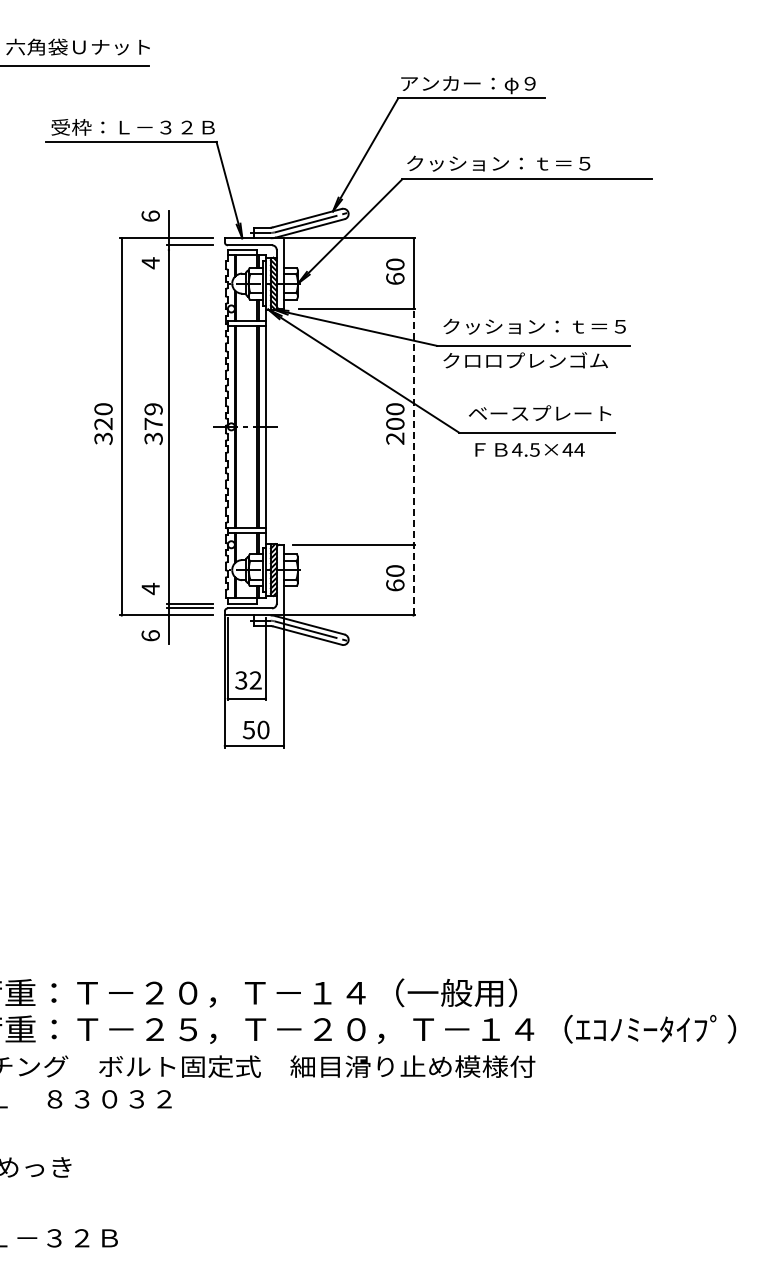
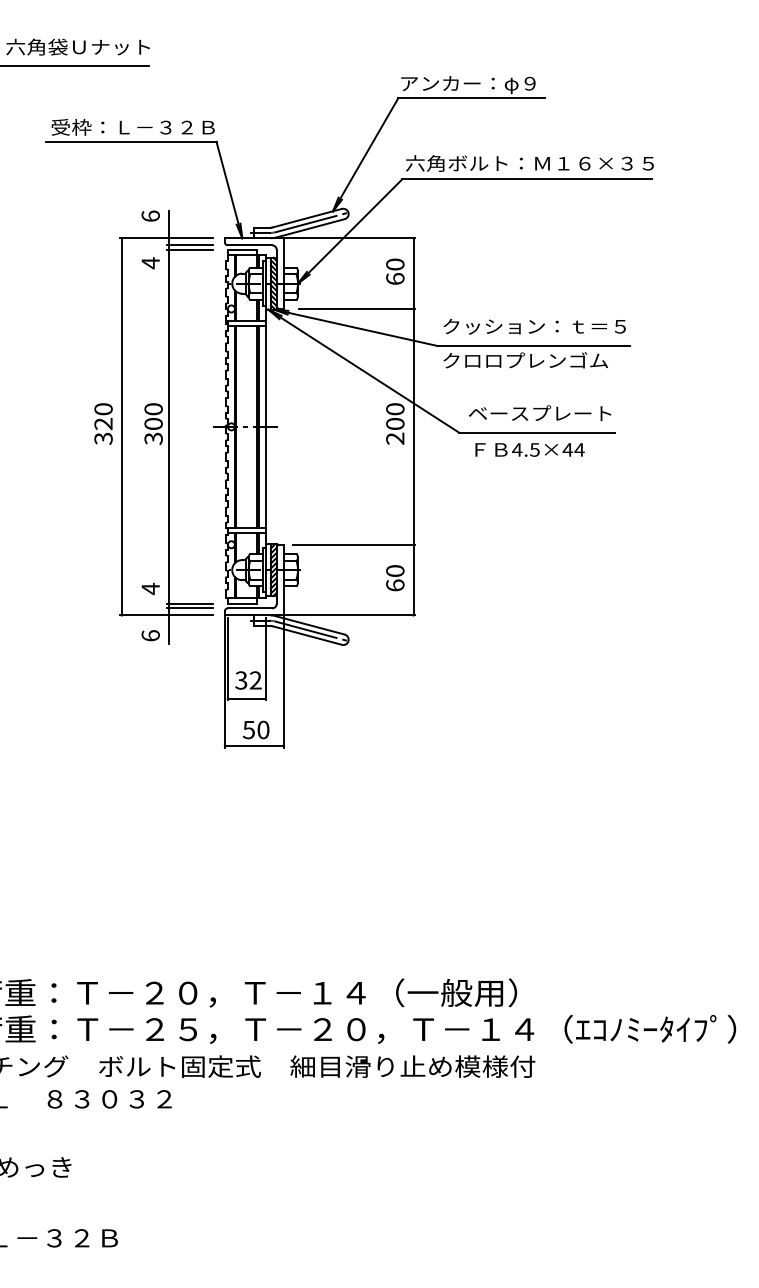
text at (529, 163): クッション：ｔ＝５ -> 六角ボルト：Ｍ１６×３５
line at (190, 250): none -> present
text at (153, 416): 379 -> 300
line at (413, 461): dashed -> solid
